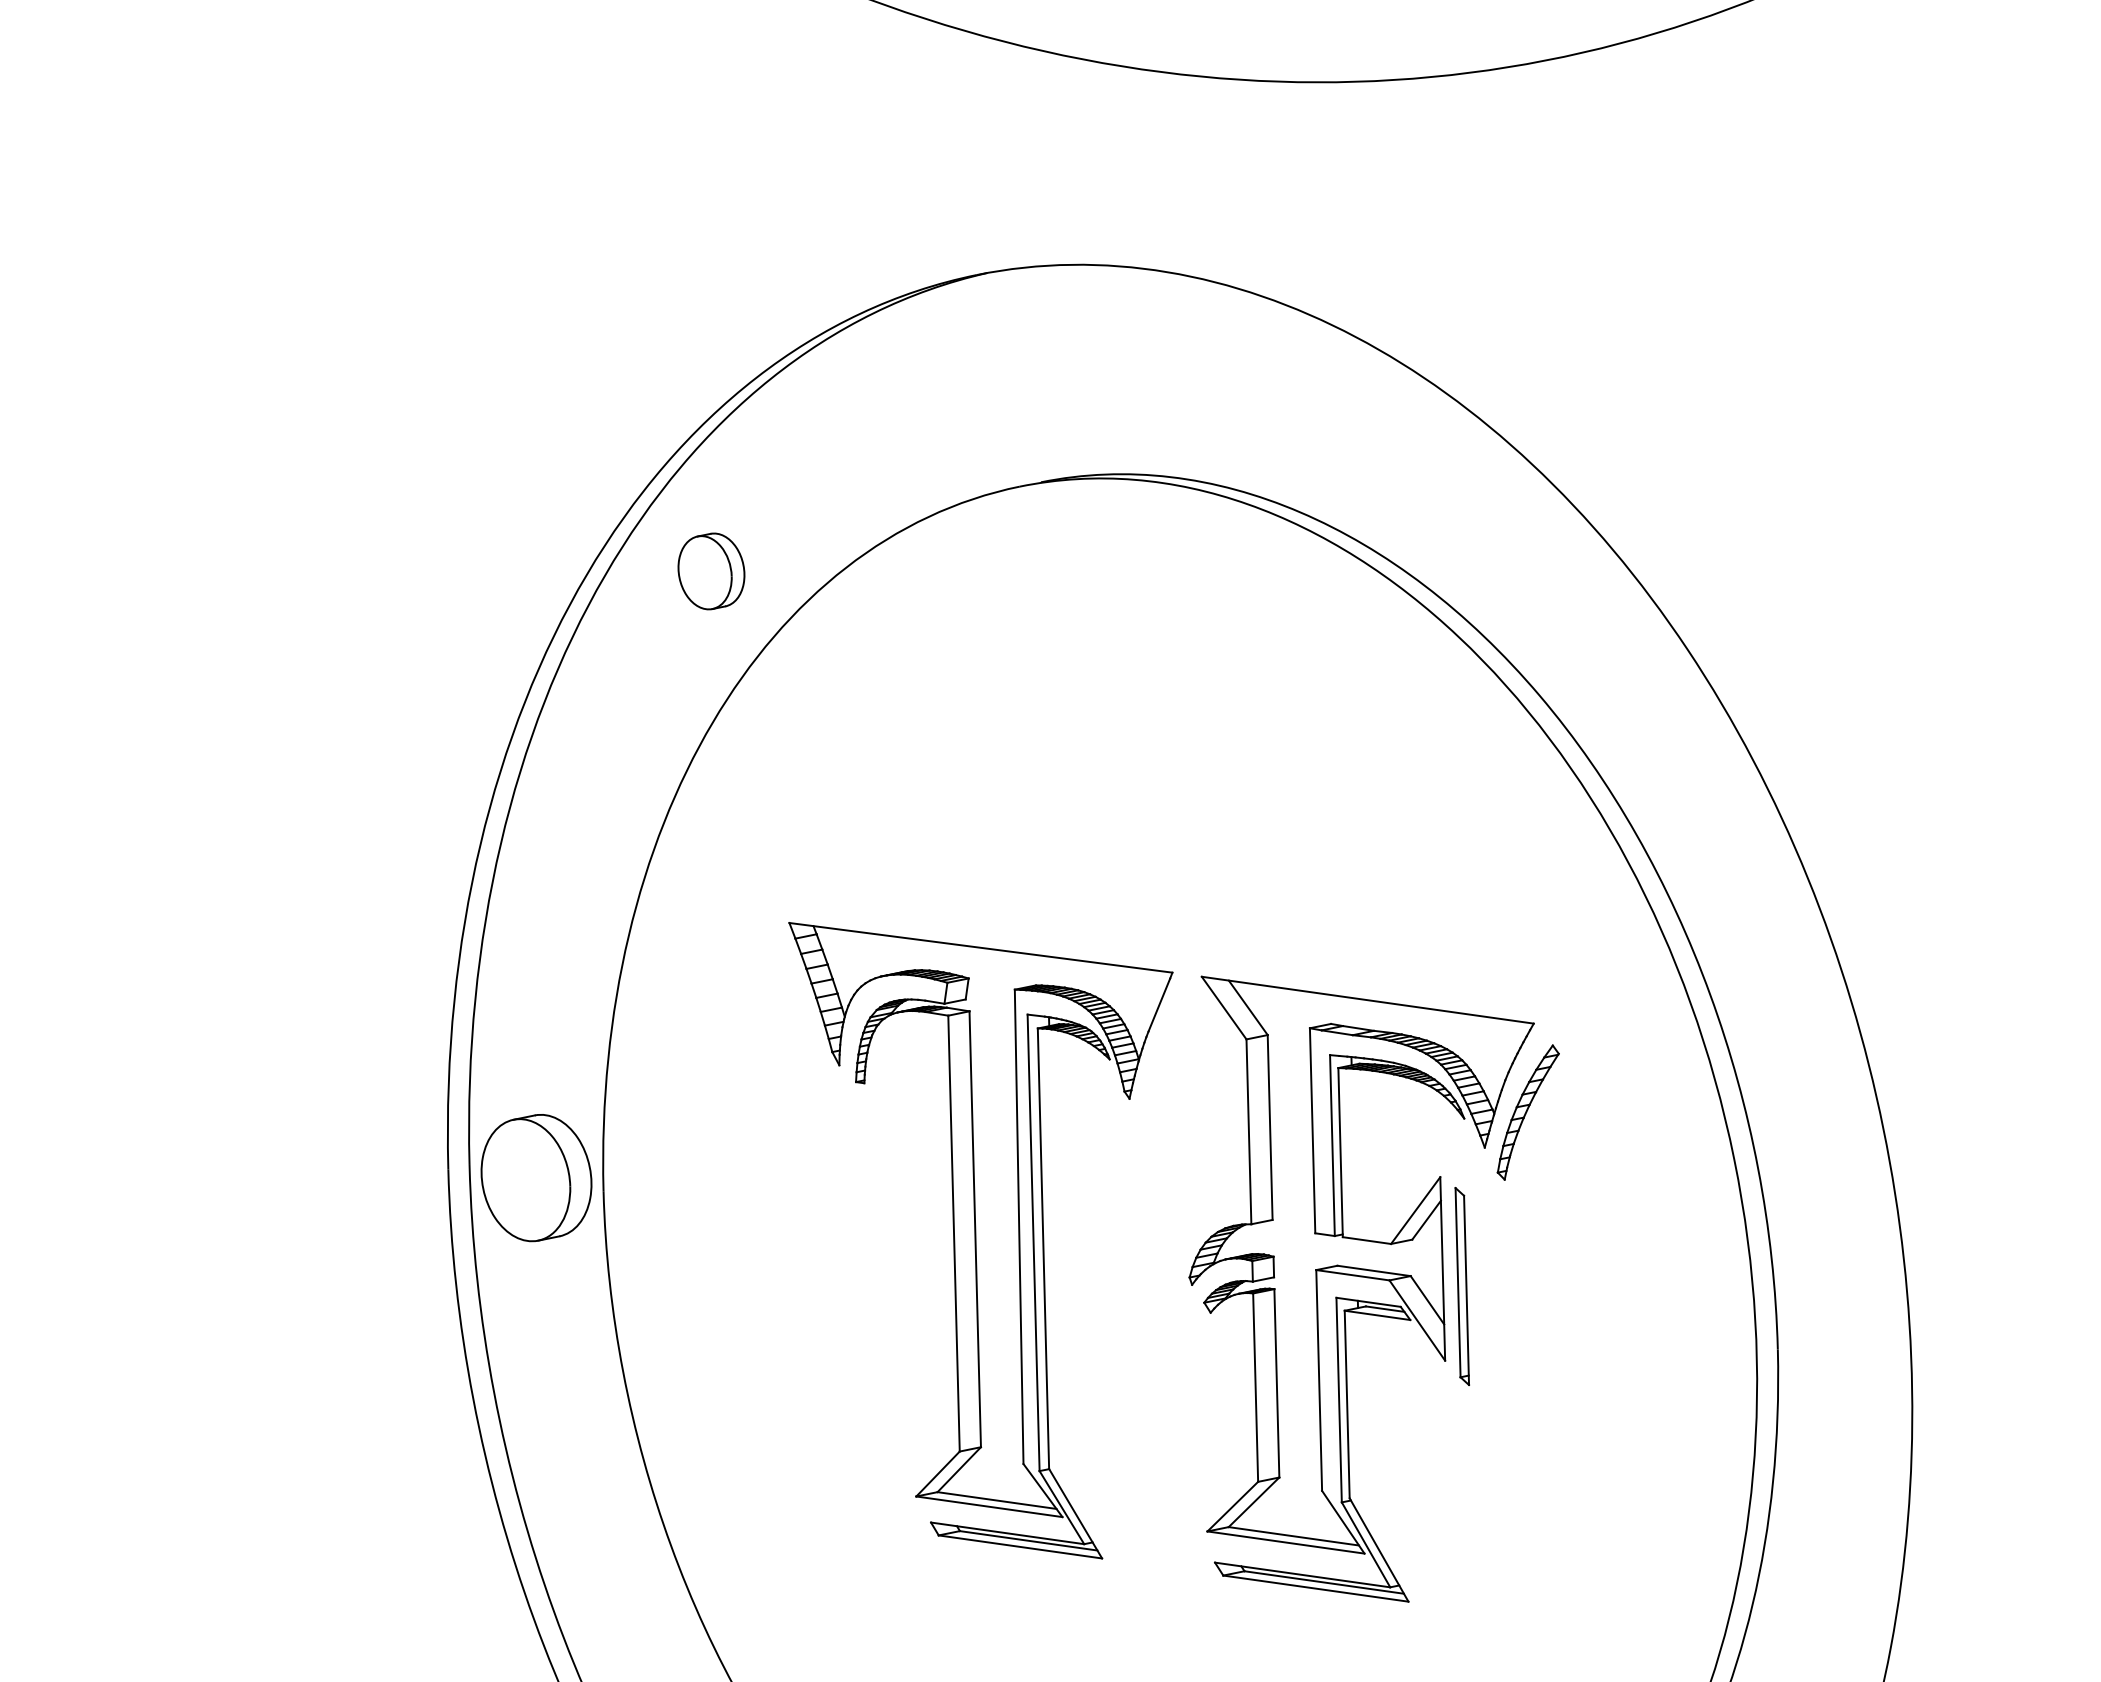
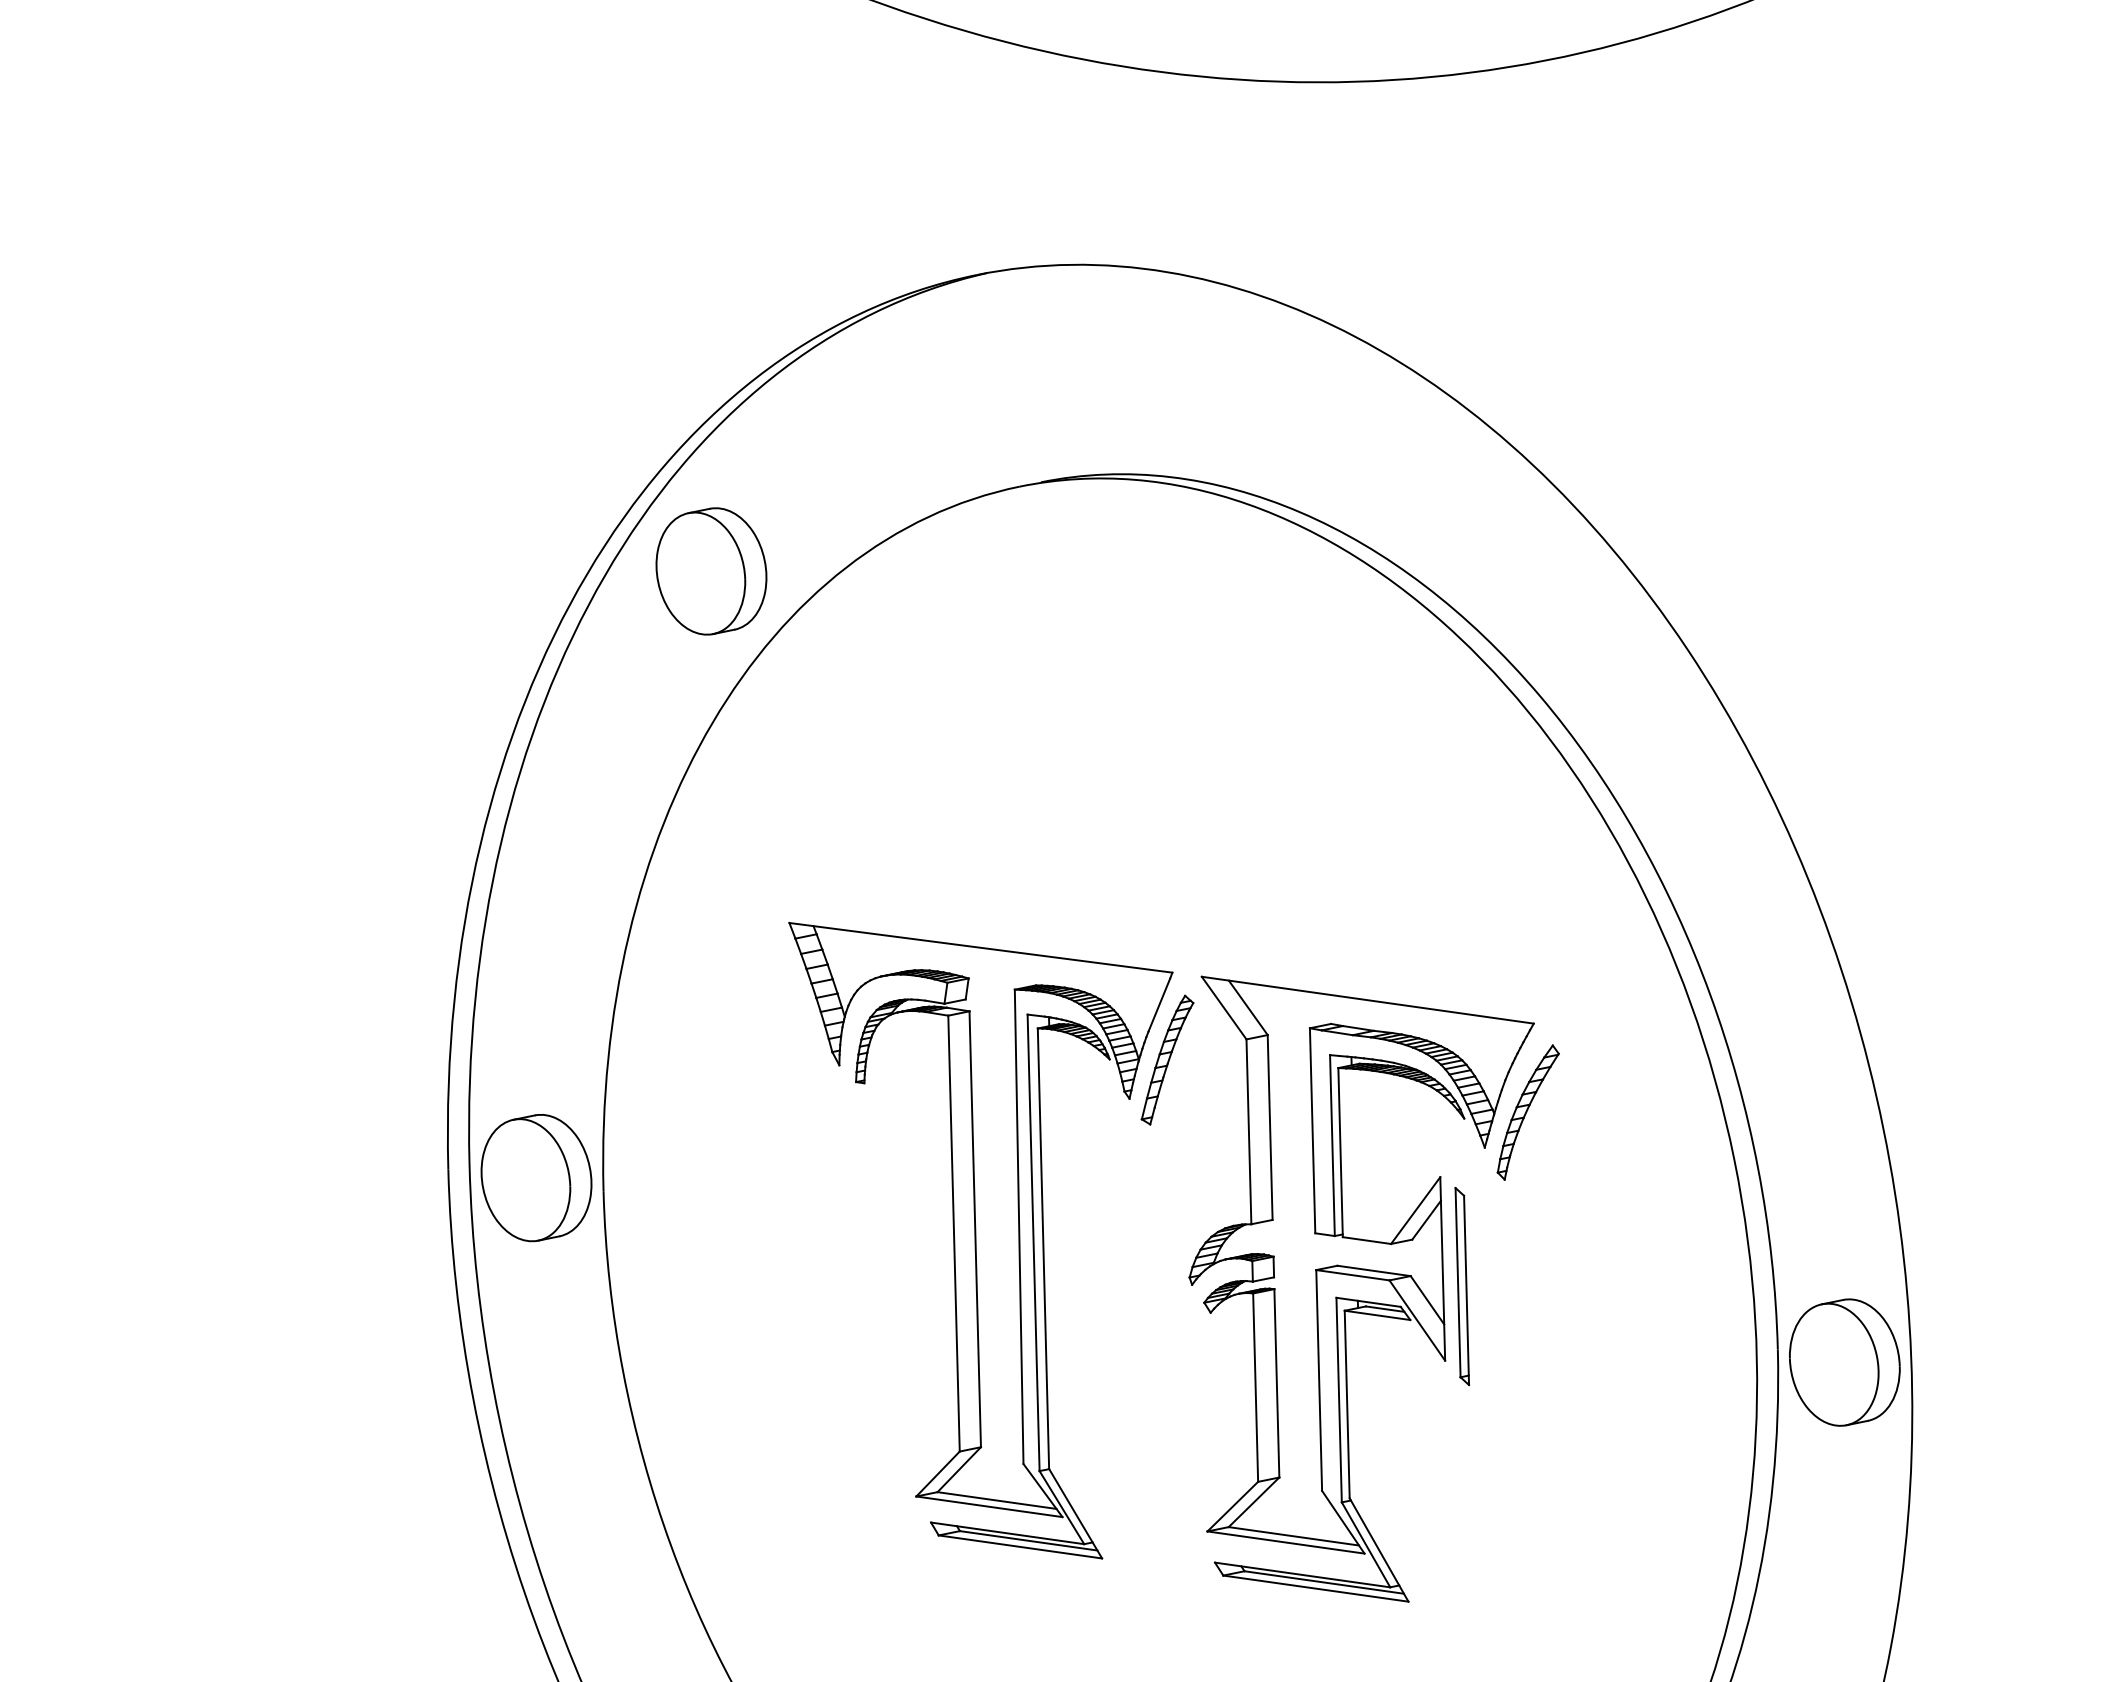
part at (711, 571) size: 69x79 px -> 113x129 px
part at (1167, 1059): none -> present
part at (1844, 1362): none -> present
